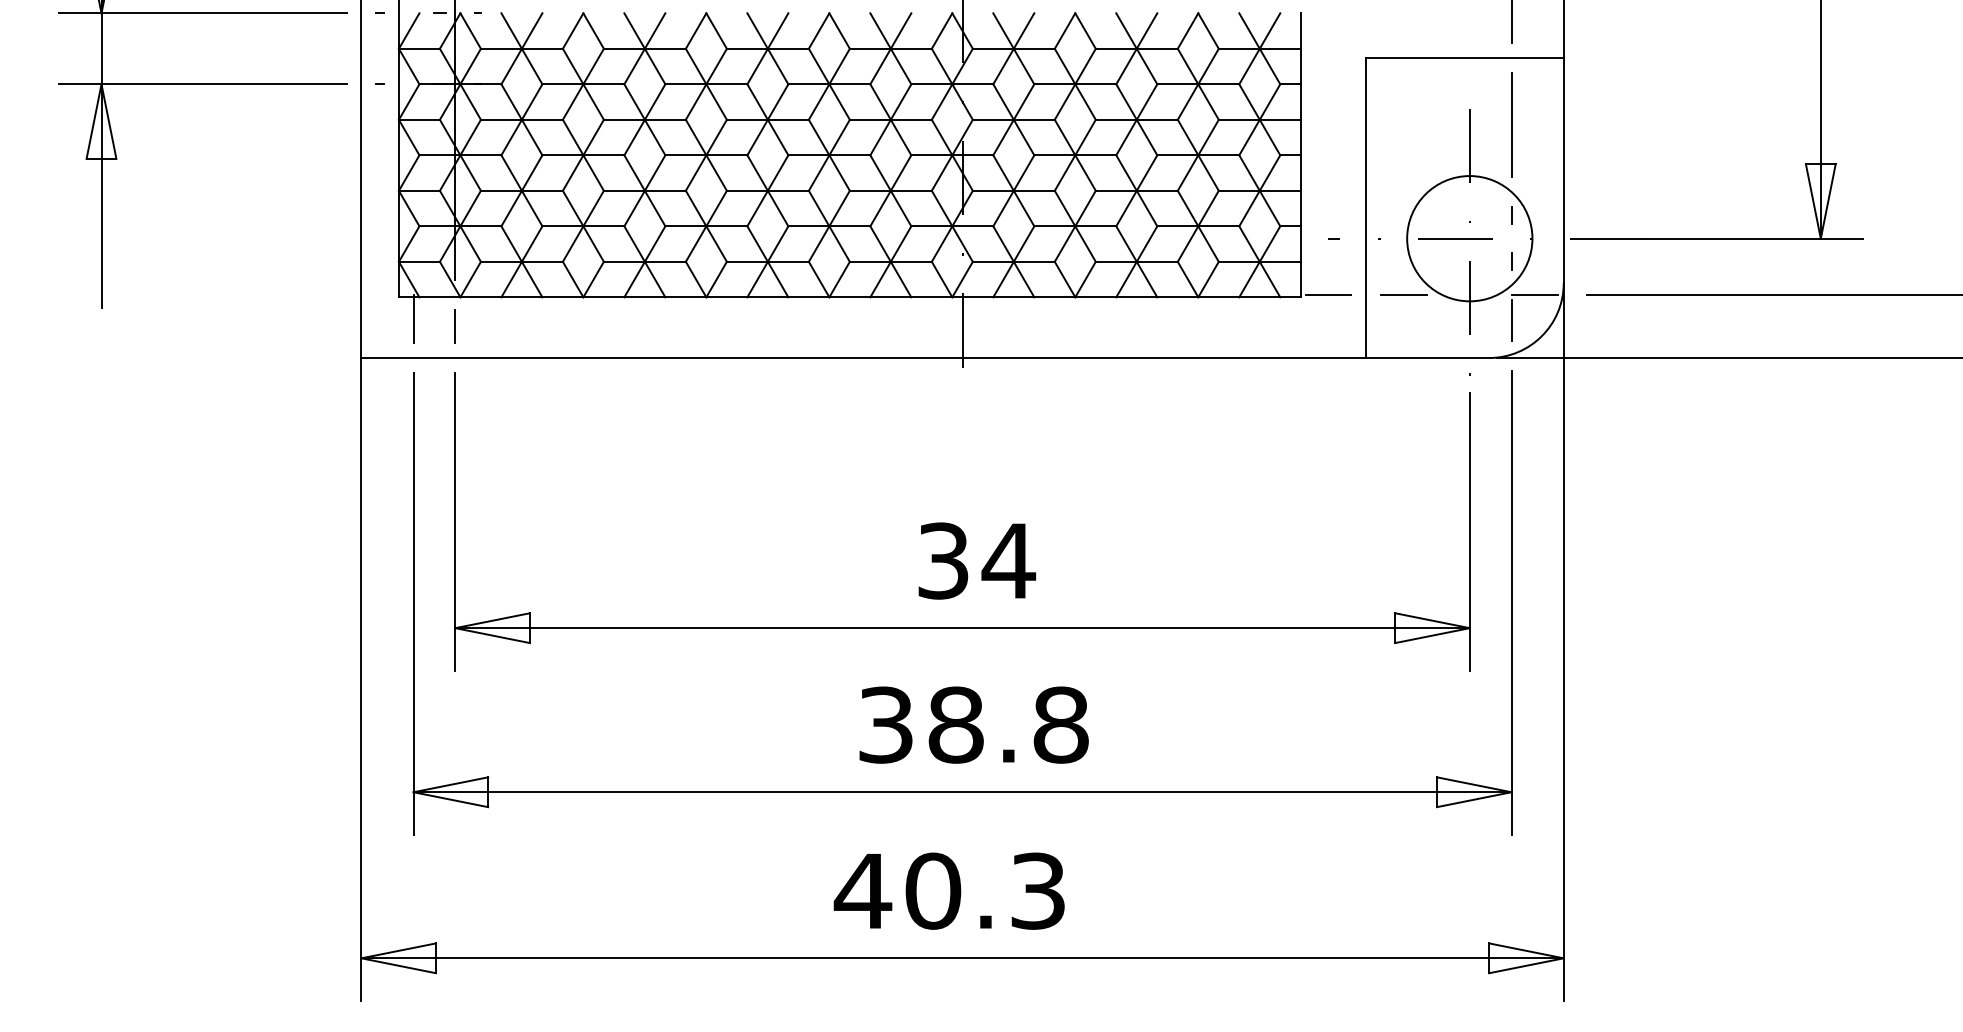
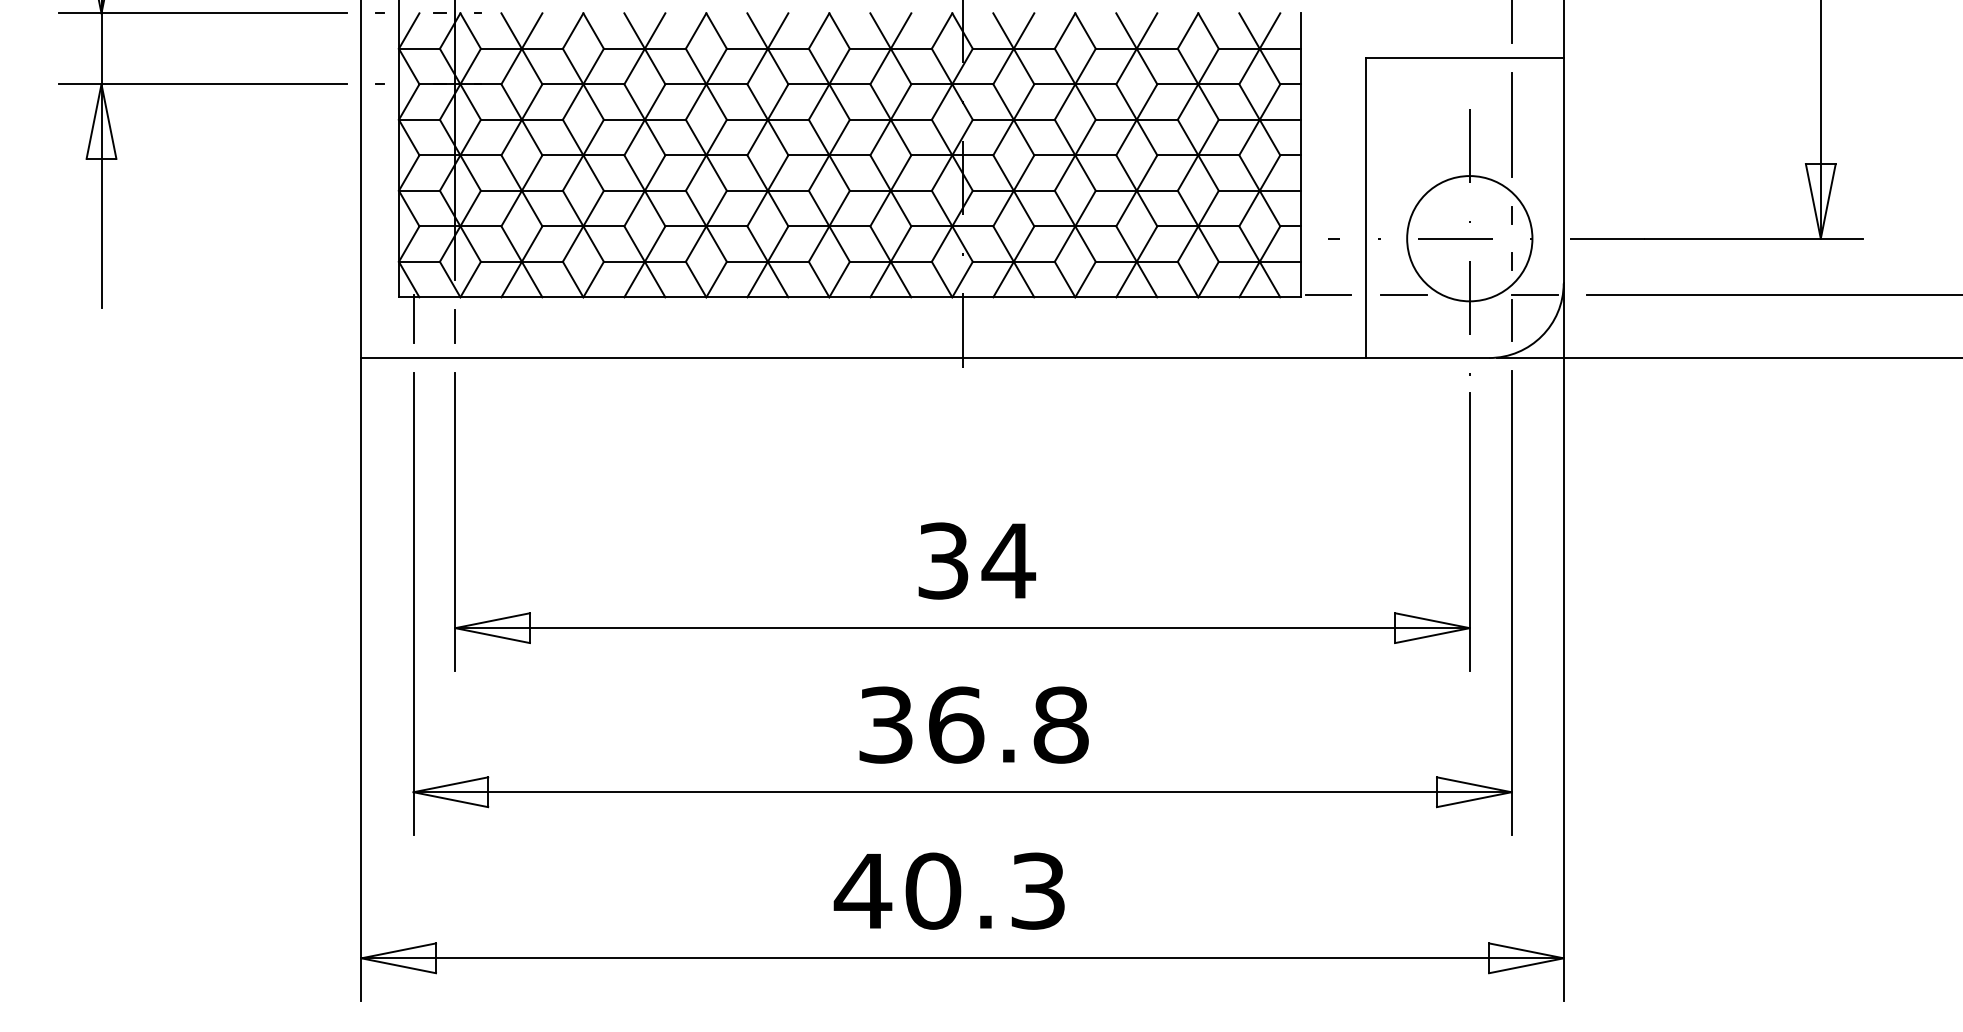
text at (956, 724): 38.8 -> 36.8
